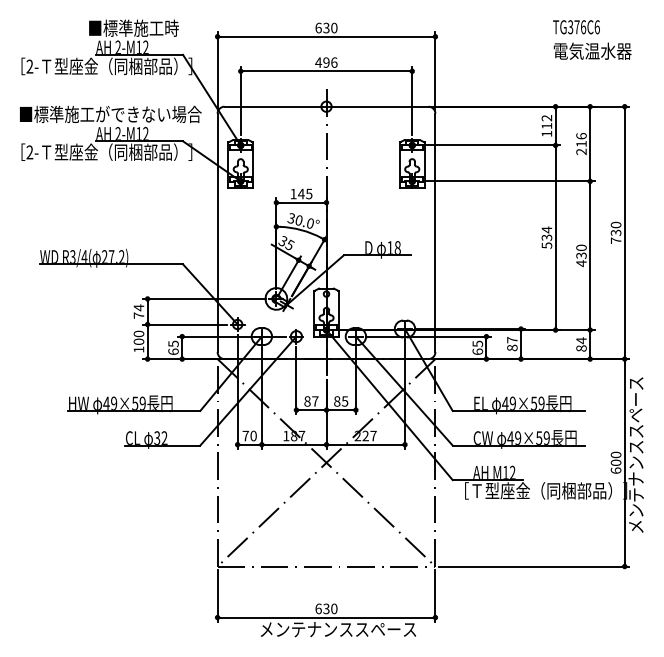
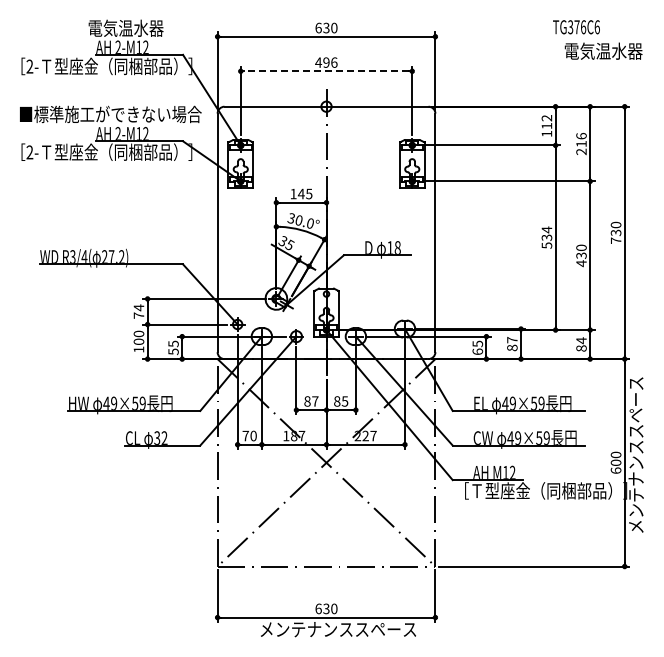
text at (133, 27): ■標準施工時 -> 電気温水器
text at (592, 50) position: (592, 50) -> (603, 50)
line at (326, 71): solid -> dashed
text at (173, 351): 65 -> 55
